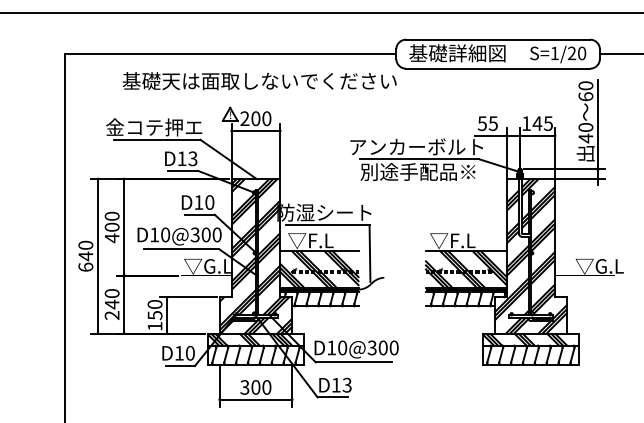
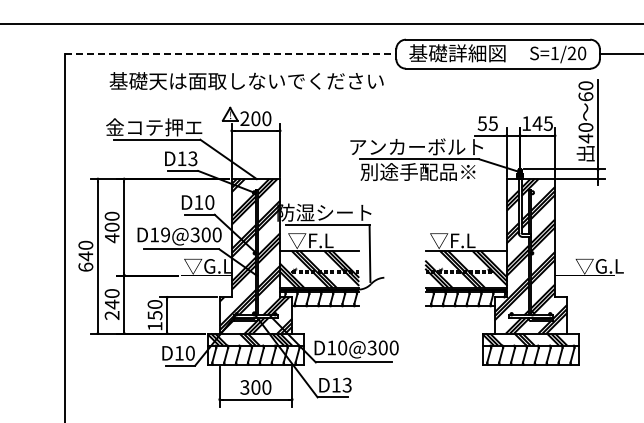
line at (321, 12) position: (321, 12) -> (321, 23)
line at (231, 54): solid -> dashed
text at (259, 81) position: (259, 81) -> (246, 81)
text at (165, 234): D10@300 -> D19@300
